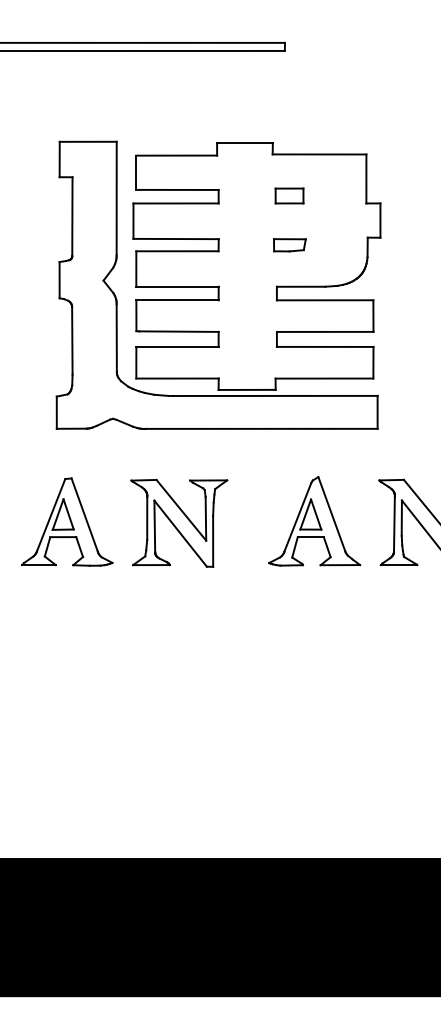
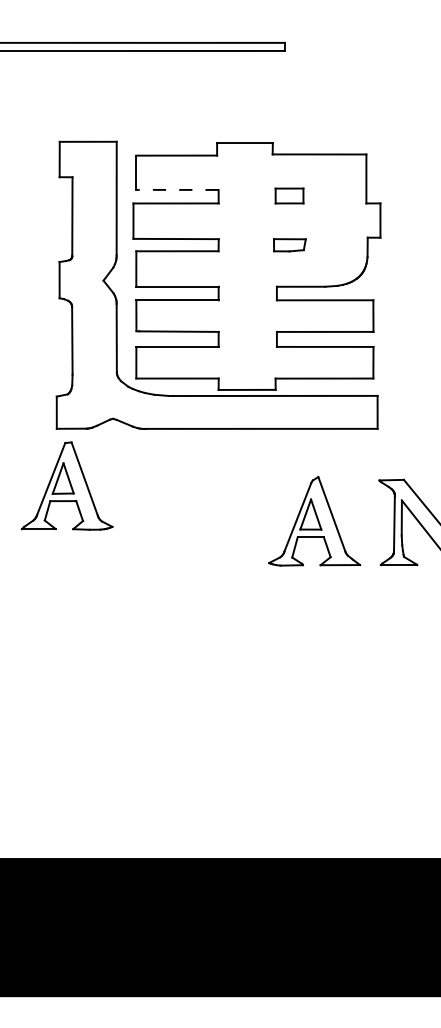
line at (176, 189): solid -> dashed
part at (67, 521) position: (67, 521) -> (67, 485)
part at (179, 522): present -> none
